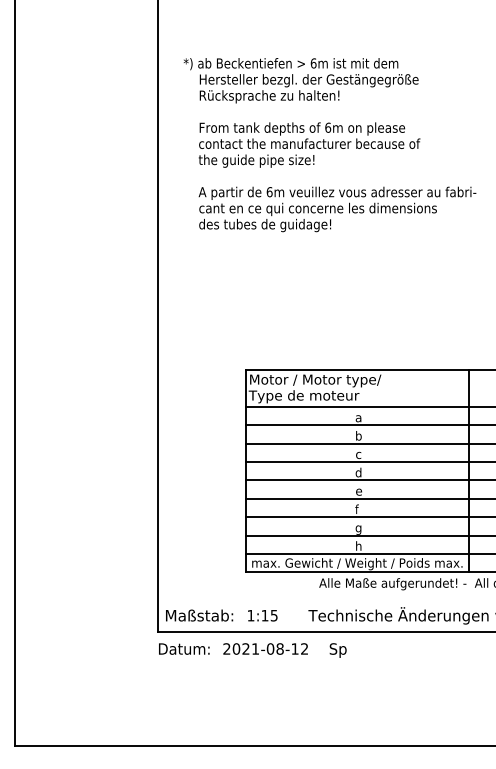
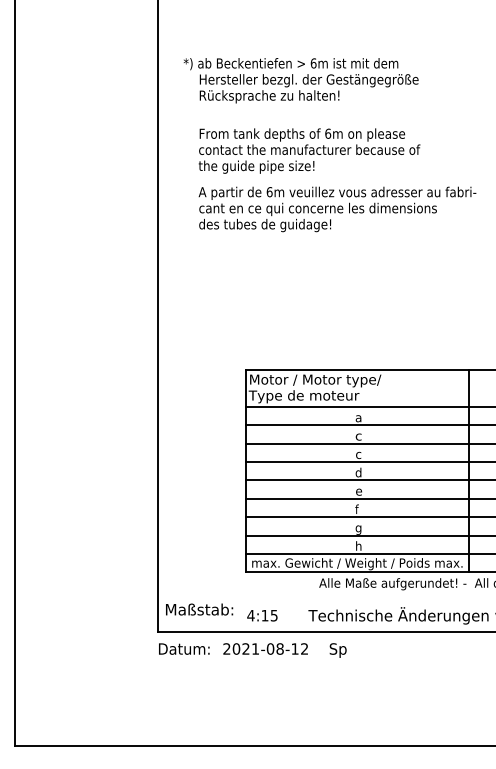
text at (309, 144) position: (309, 144) -> (309, 150)
text at (358, 435): b -> c
text at (199, 615) position: (199, 615) -> (199, 609)
text at (250, 615): 1:15 -> 4:15
